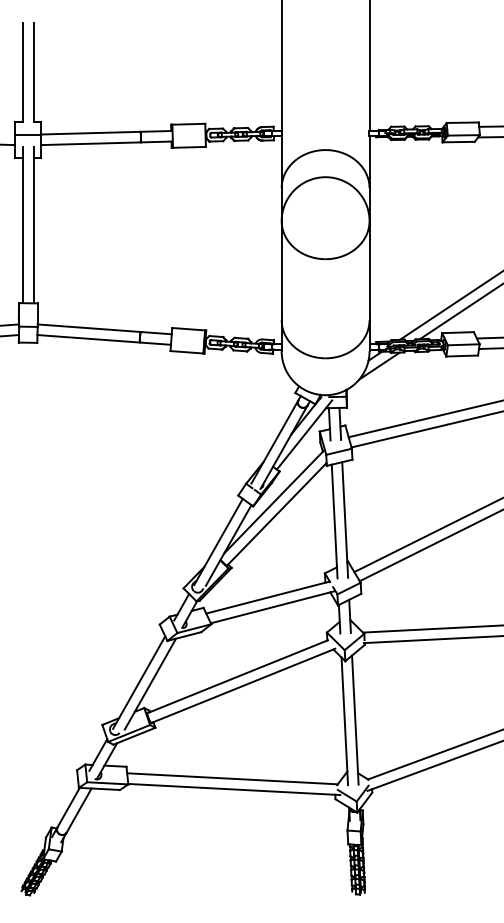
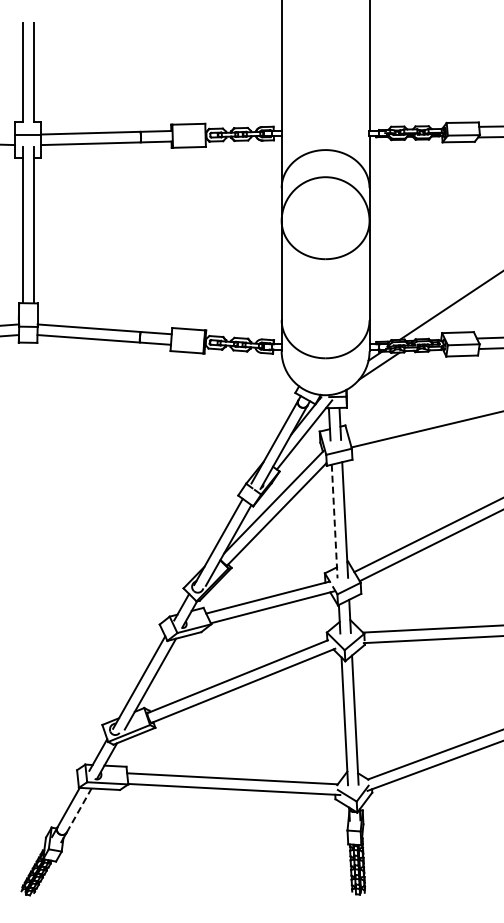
line at (459, 312): present -> none
line at (424, 419): present -> none
line at (334, 521): solid -> dashed
line at (79, 810): solid -> dashed
